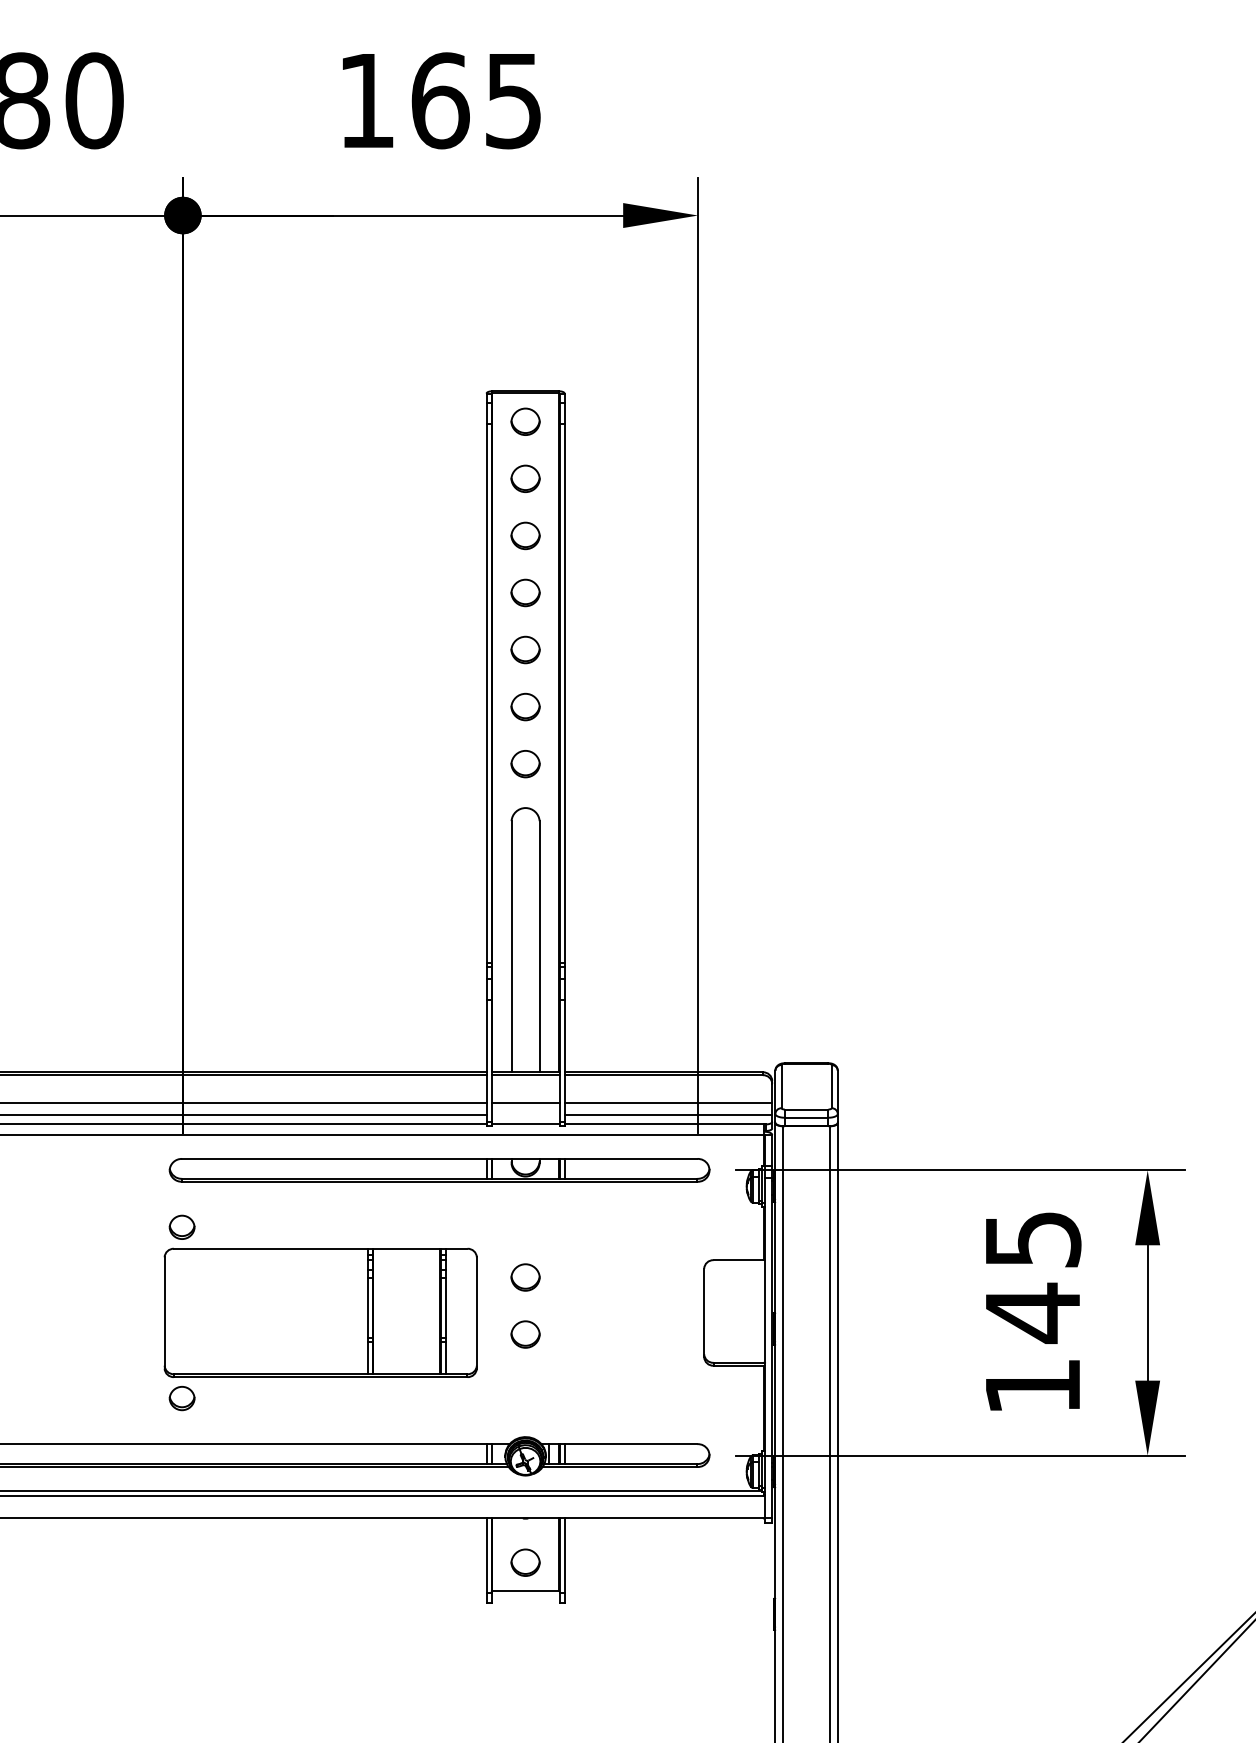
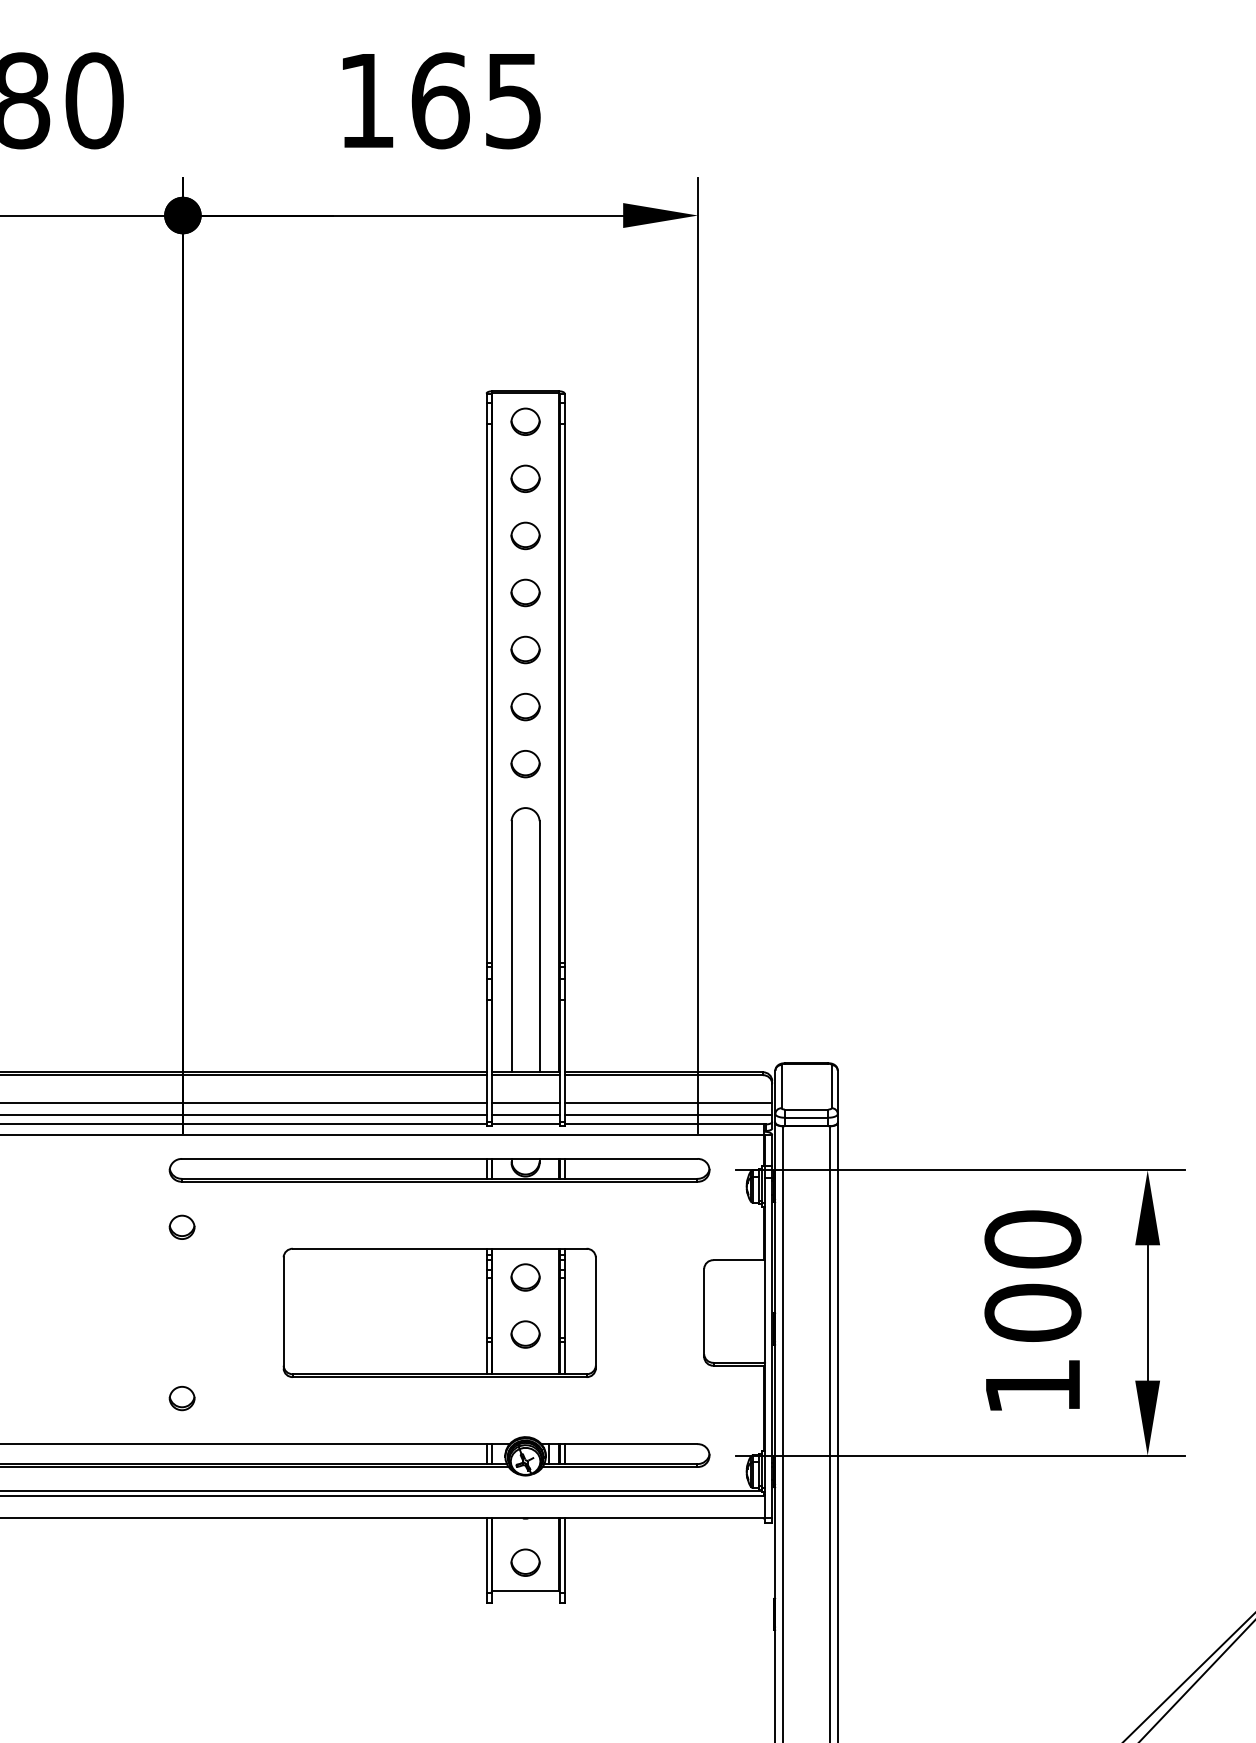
line at (525, 1115): none -> present
text at (1032, 1276): 145 -> 100
part at (320, 1312) position: (320, 1312) -> (439, 1312)
